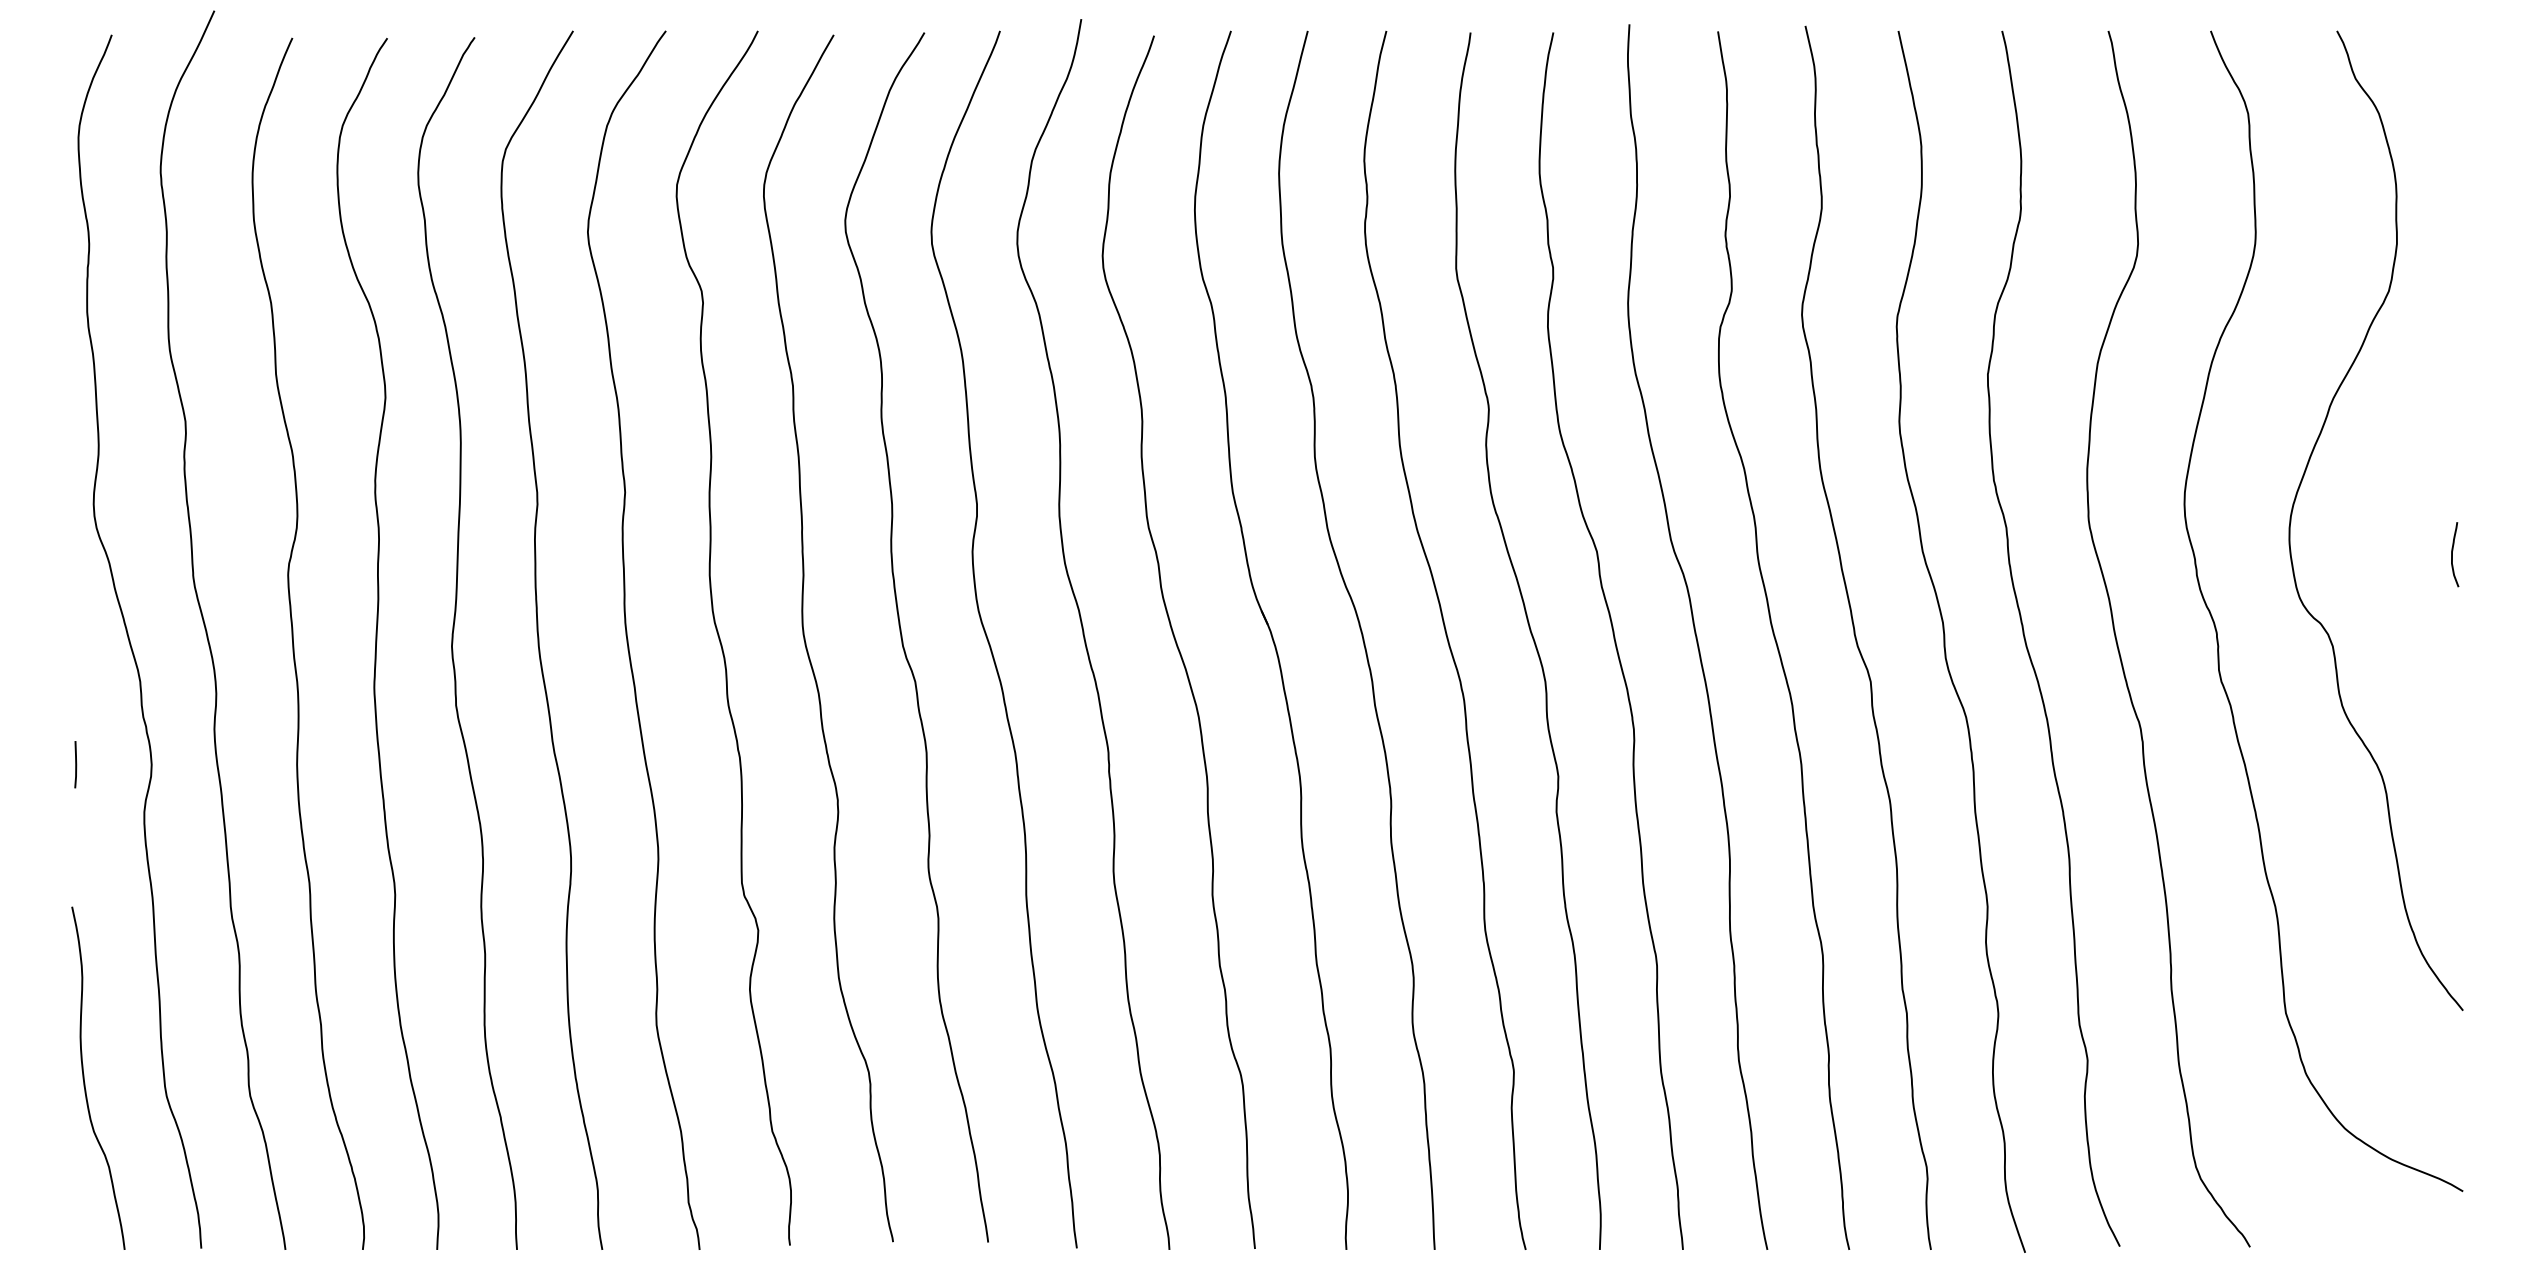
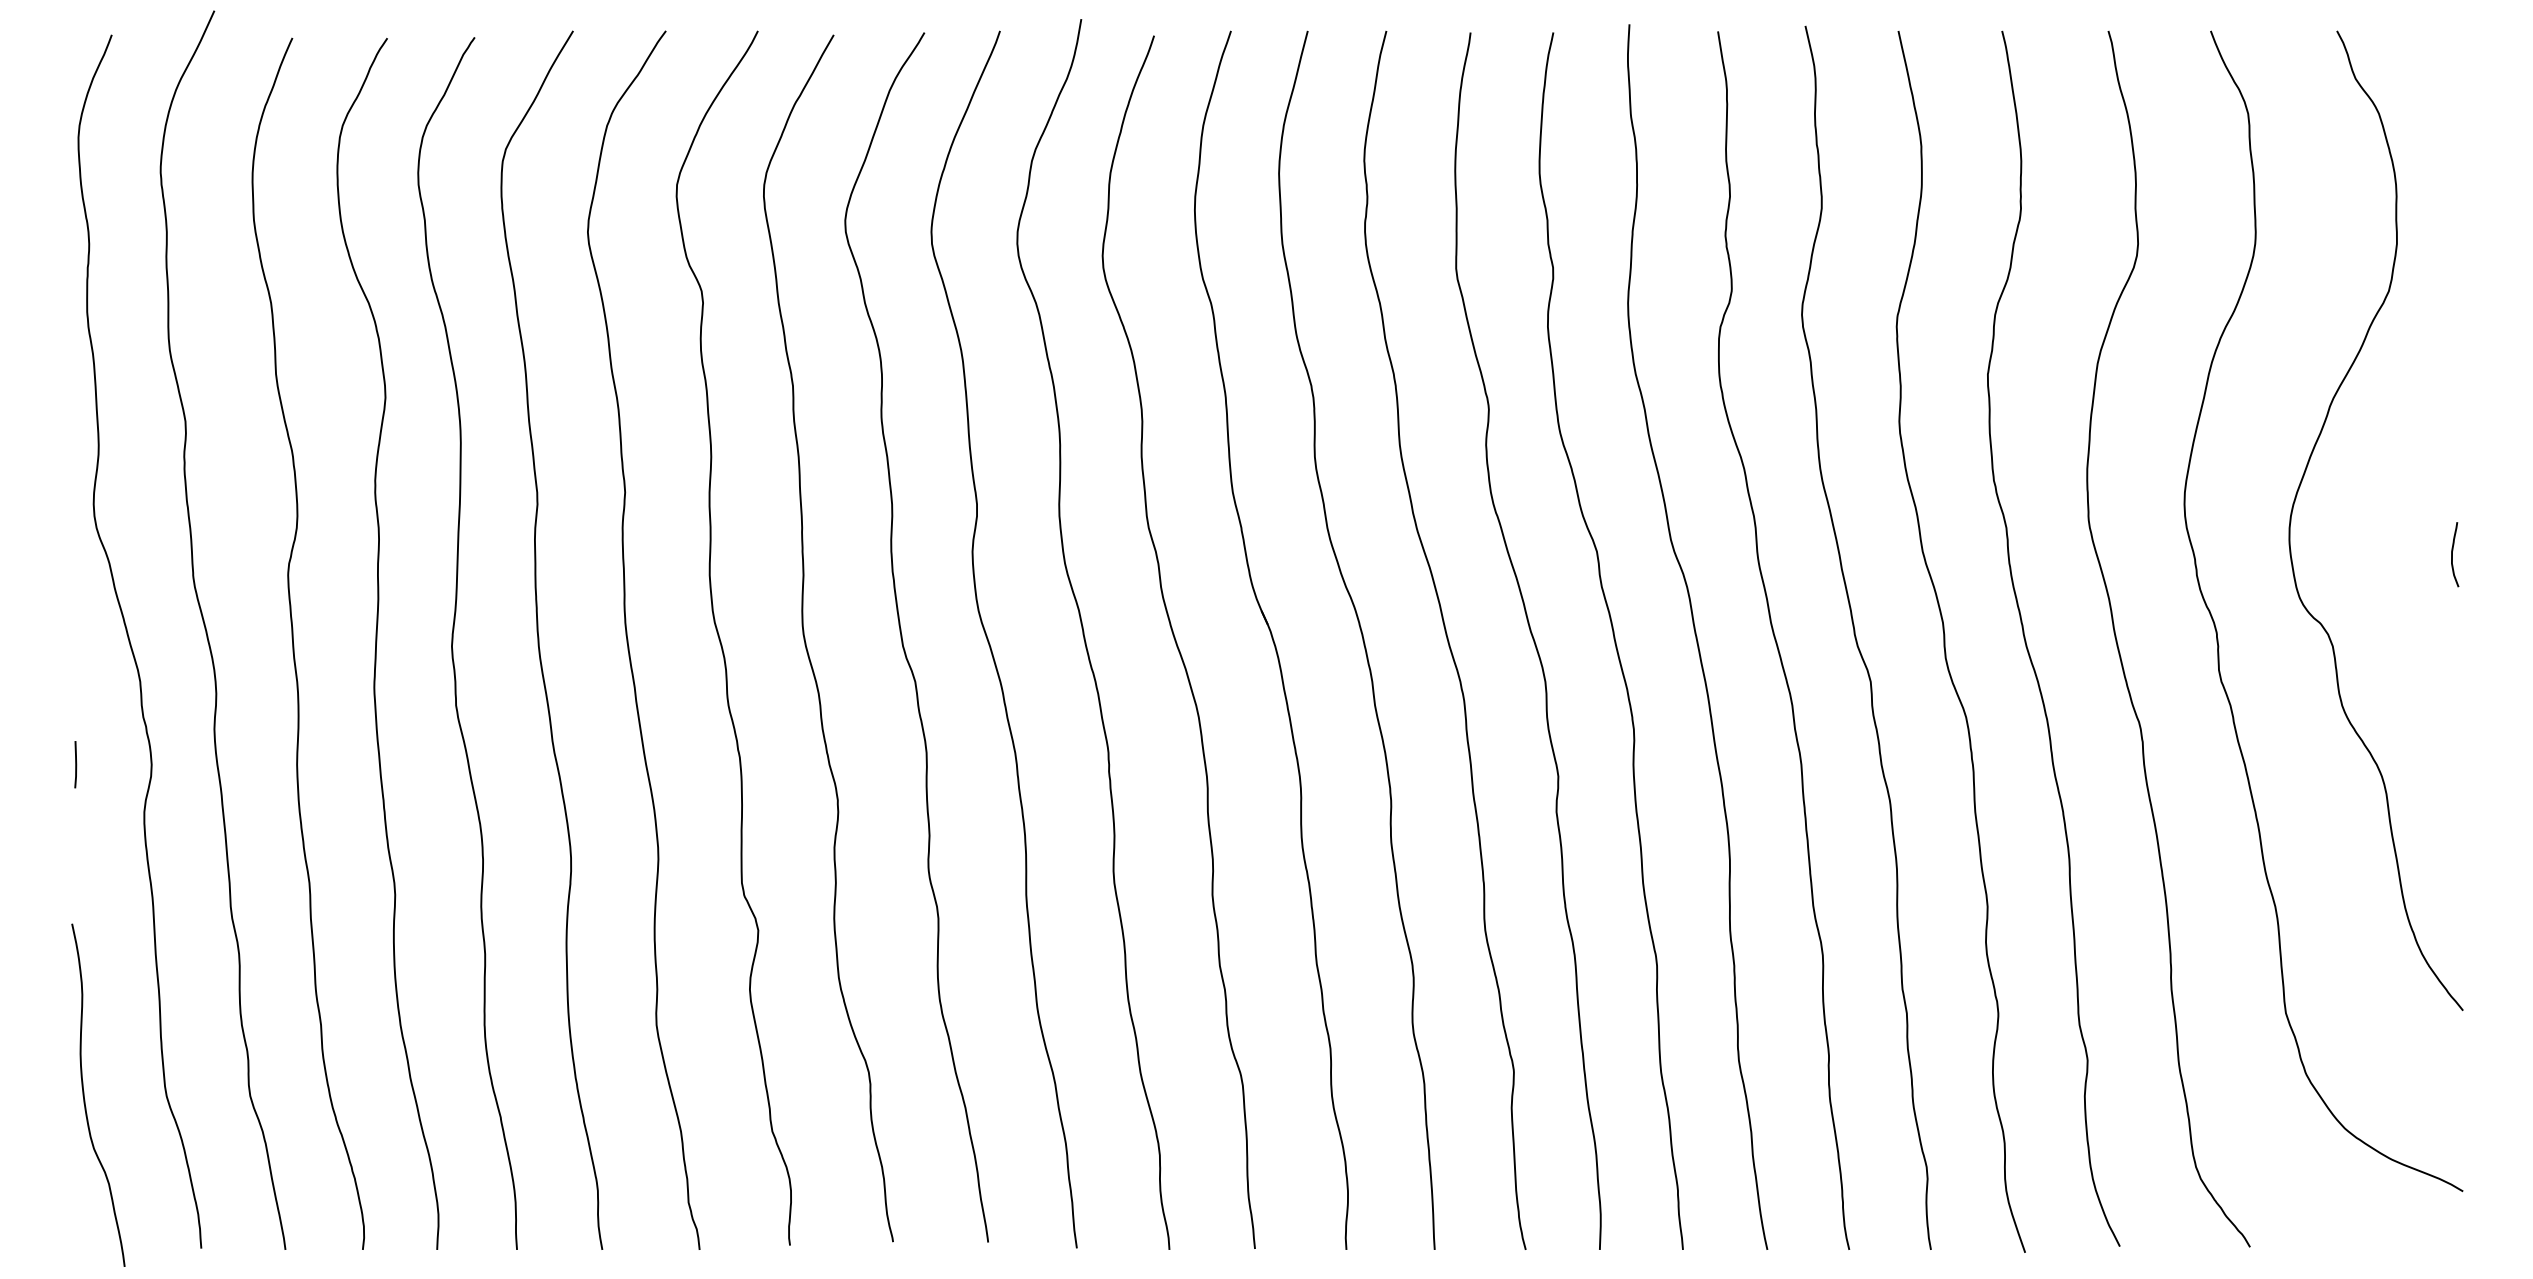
curve at (85, 1082) position: (85, 1082) -> (85, 1099)
